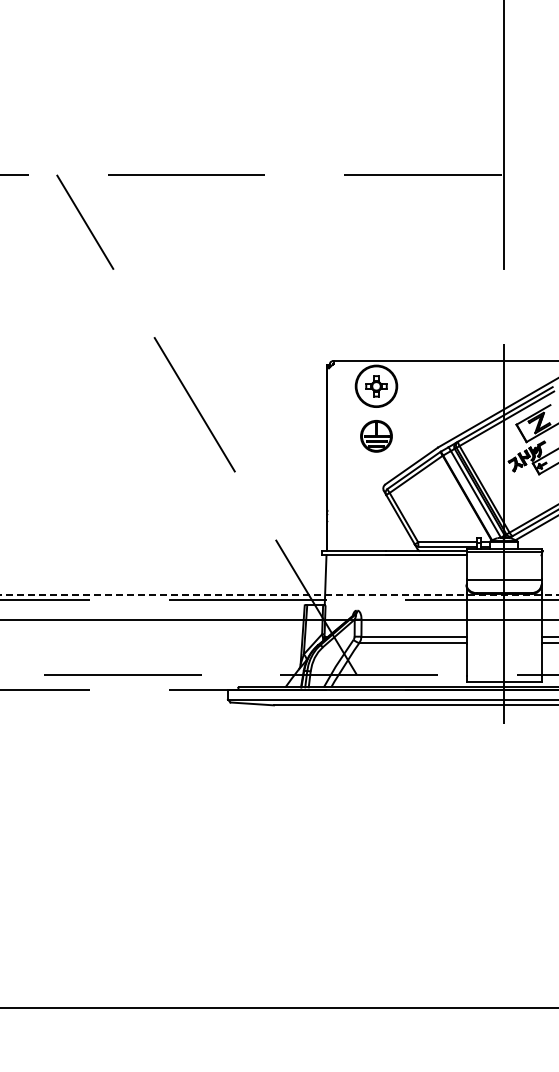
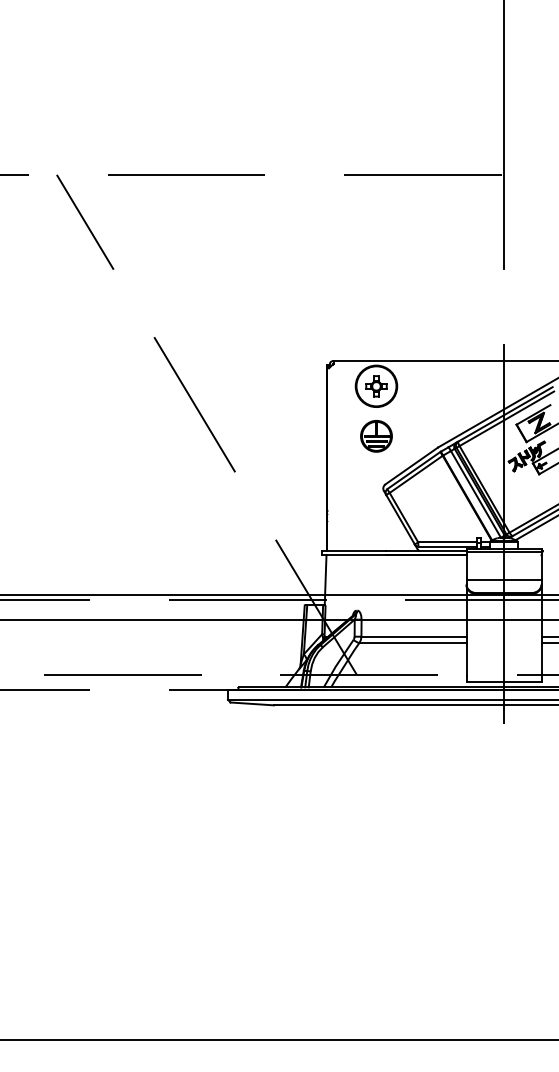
line at (279, 594): dashed -> solid
line at (278, 1007) position: (278, 1007) -> (278, 1039)
